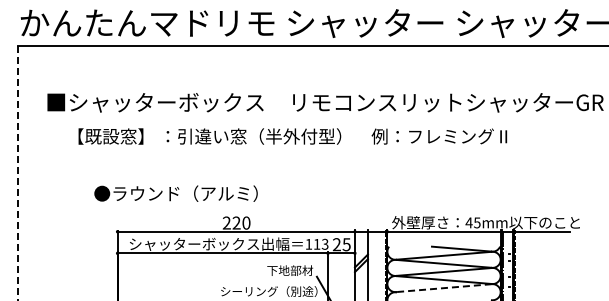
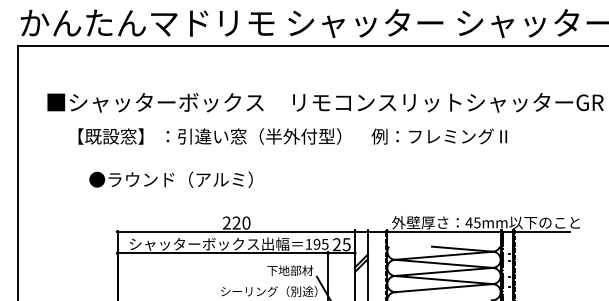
line at (18, 173): dashed -> solid
text at (175, 193) position: (175, 193) -> (170, 179)
text at (320, 243): 113 -> 195
line at (444, 288): dashed -> solid
